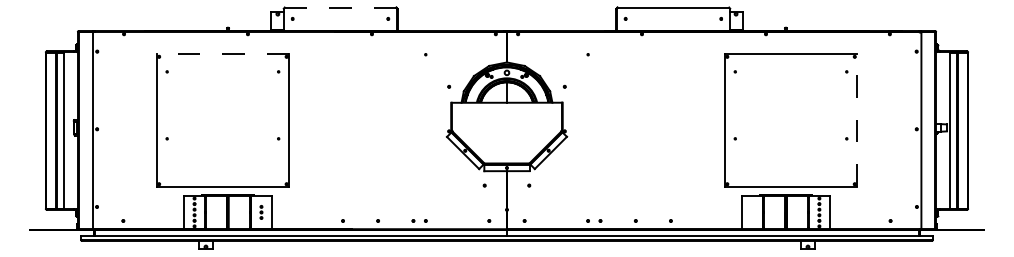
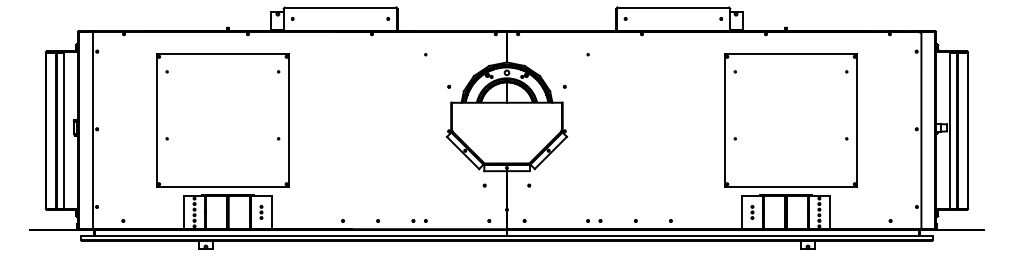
line at (340, 7): dashed -> solid
line at (222, 54): dashed -> solid
line at (857, 120): dashed -> solid
part at (752, 212): none -> present
